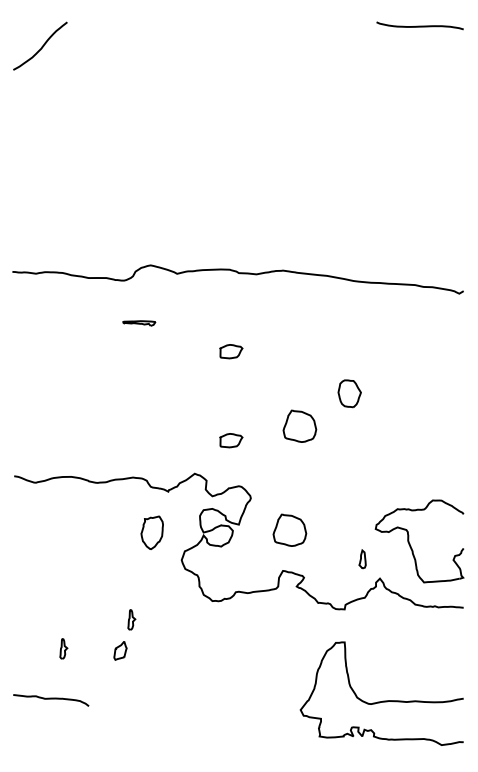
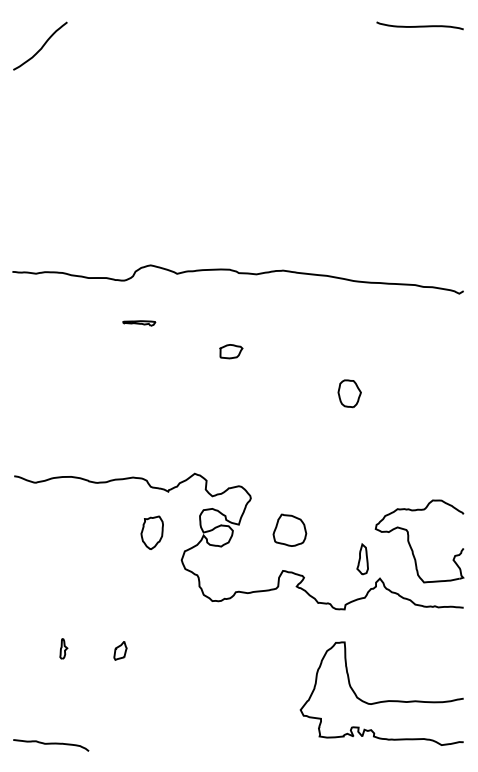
part at (299, 425): present -> none
part at (231, 440): present -> none
part at (362, 559) size: 9x21 px -> 13x33 px
part at (131, 619): present -> none
curve at (51, 699) position: (51, 699) -> (51, 744)
